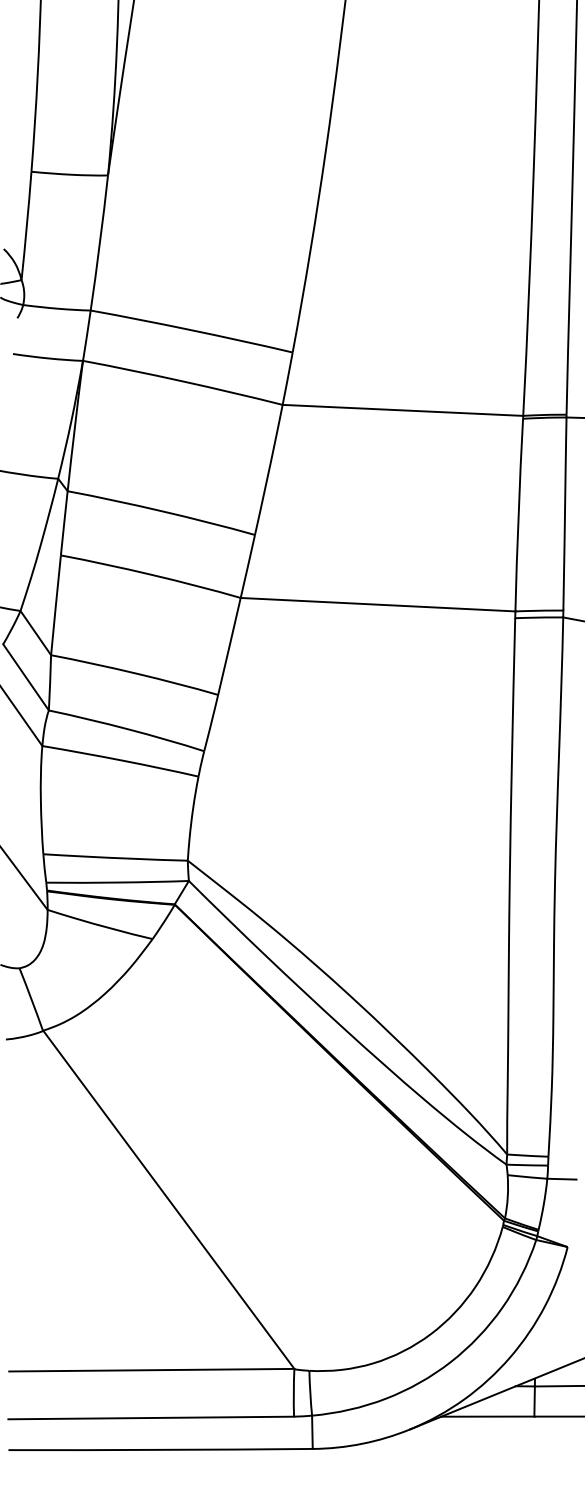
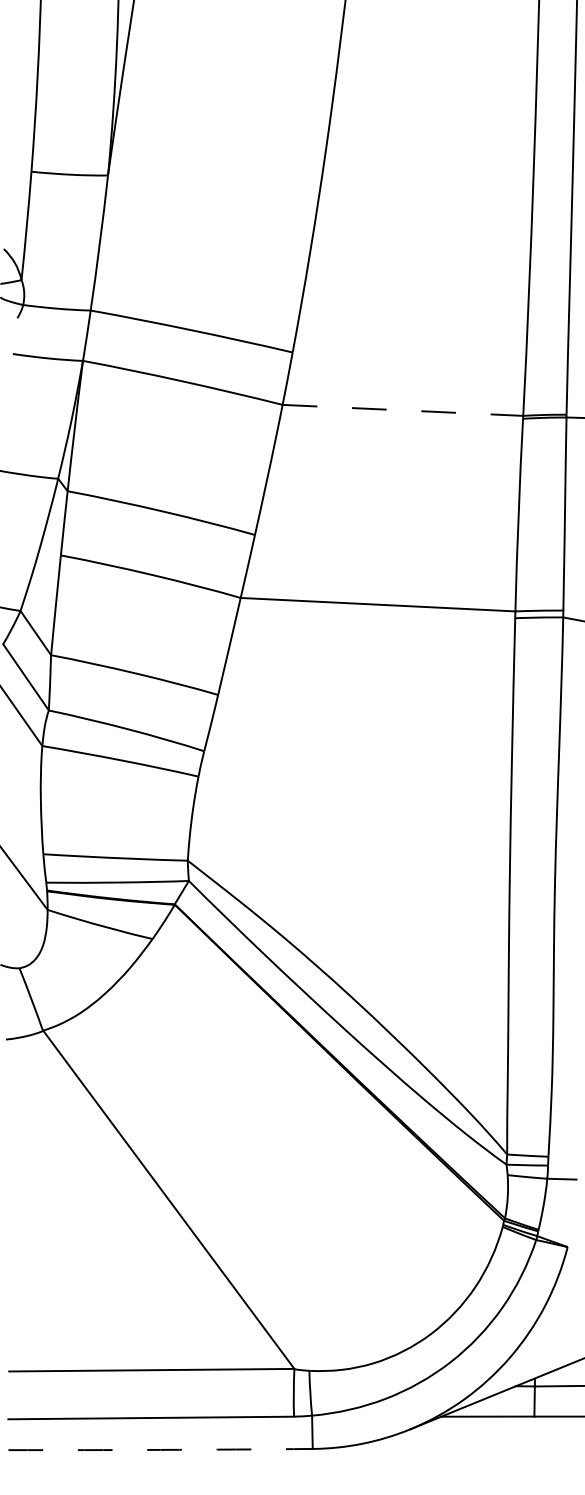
line at (403, 410): solid -> dashed
arc at (160, 1449): solid -> dashed
